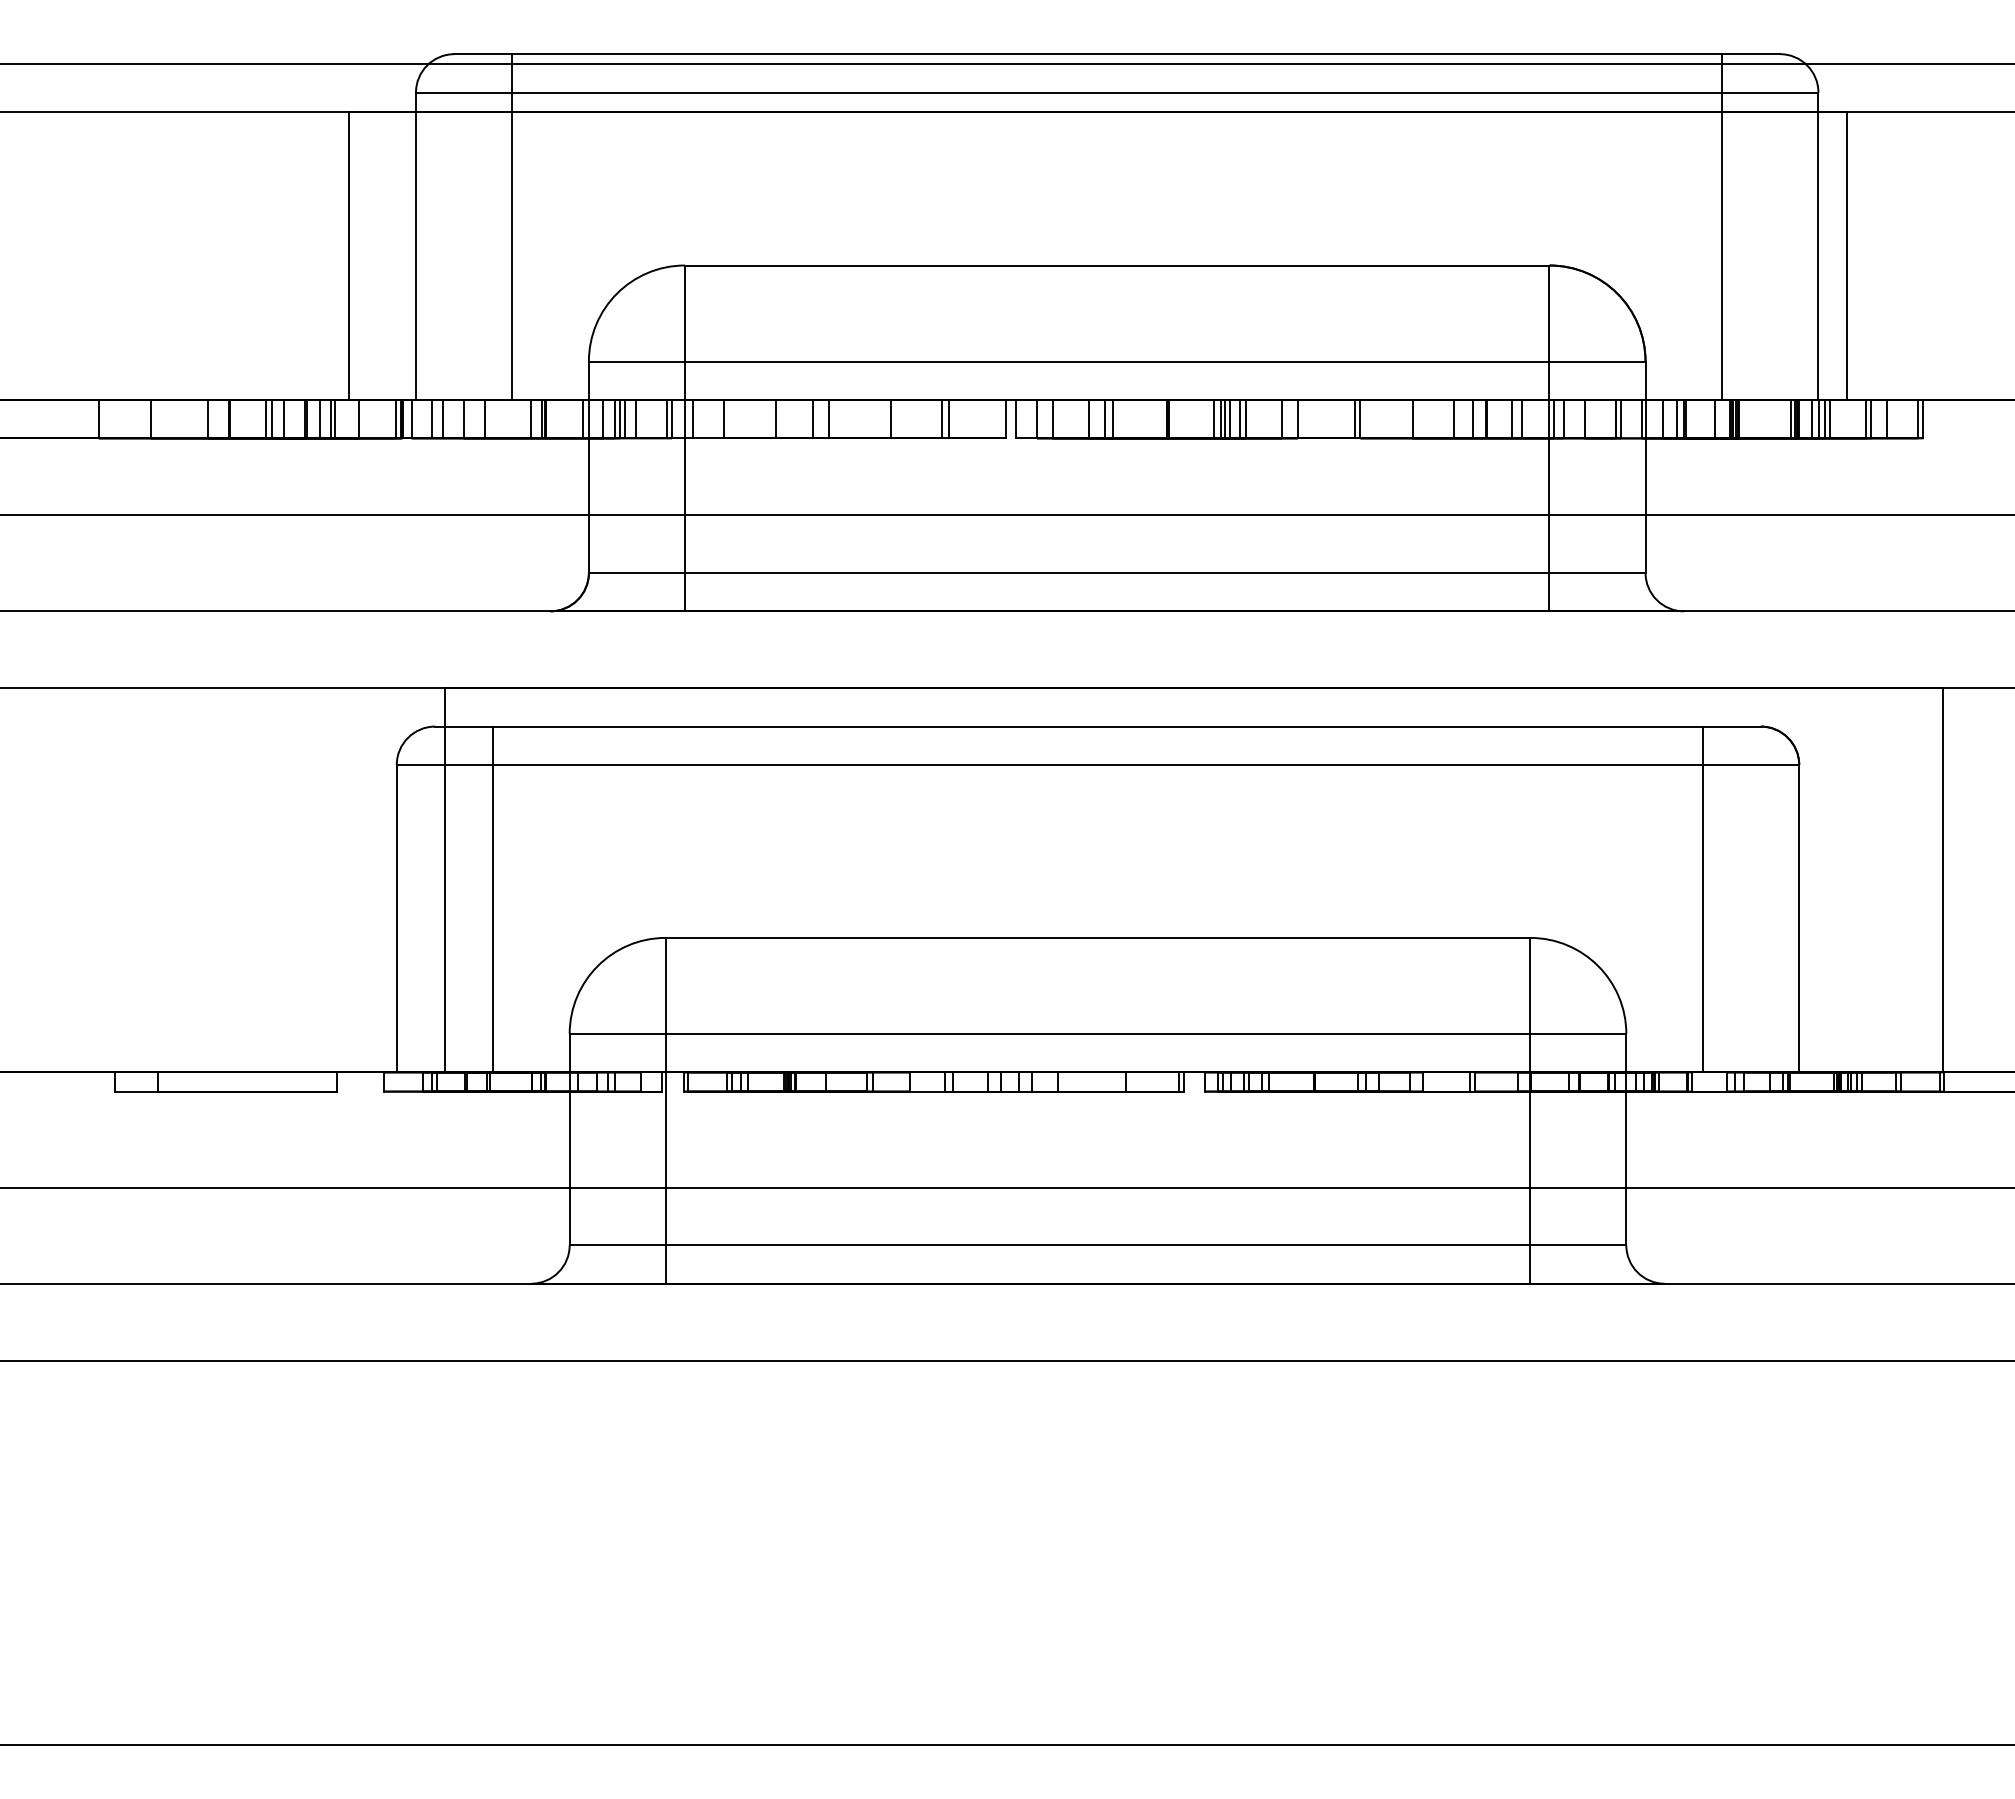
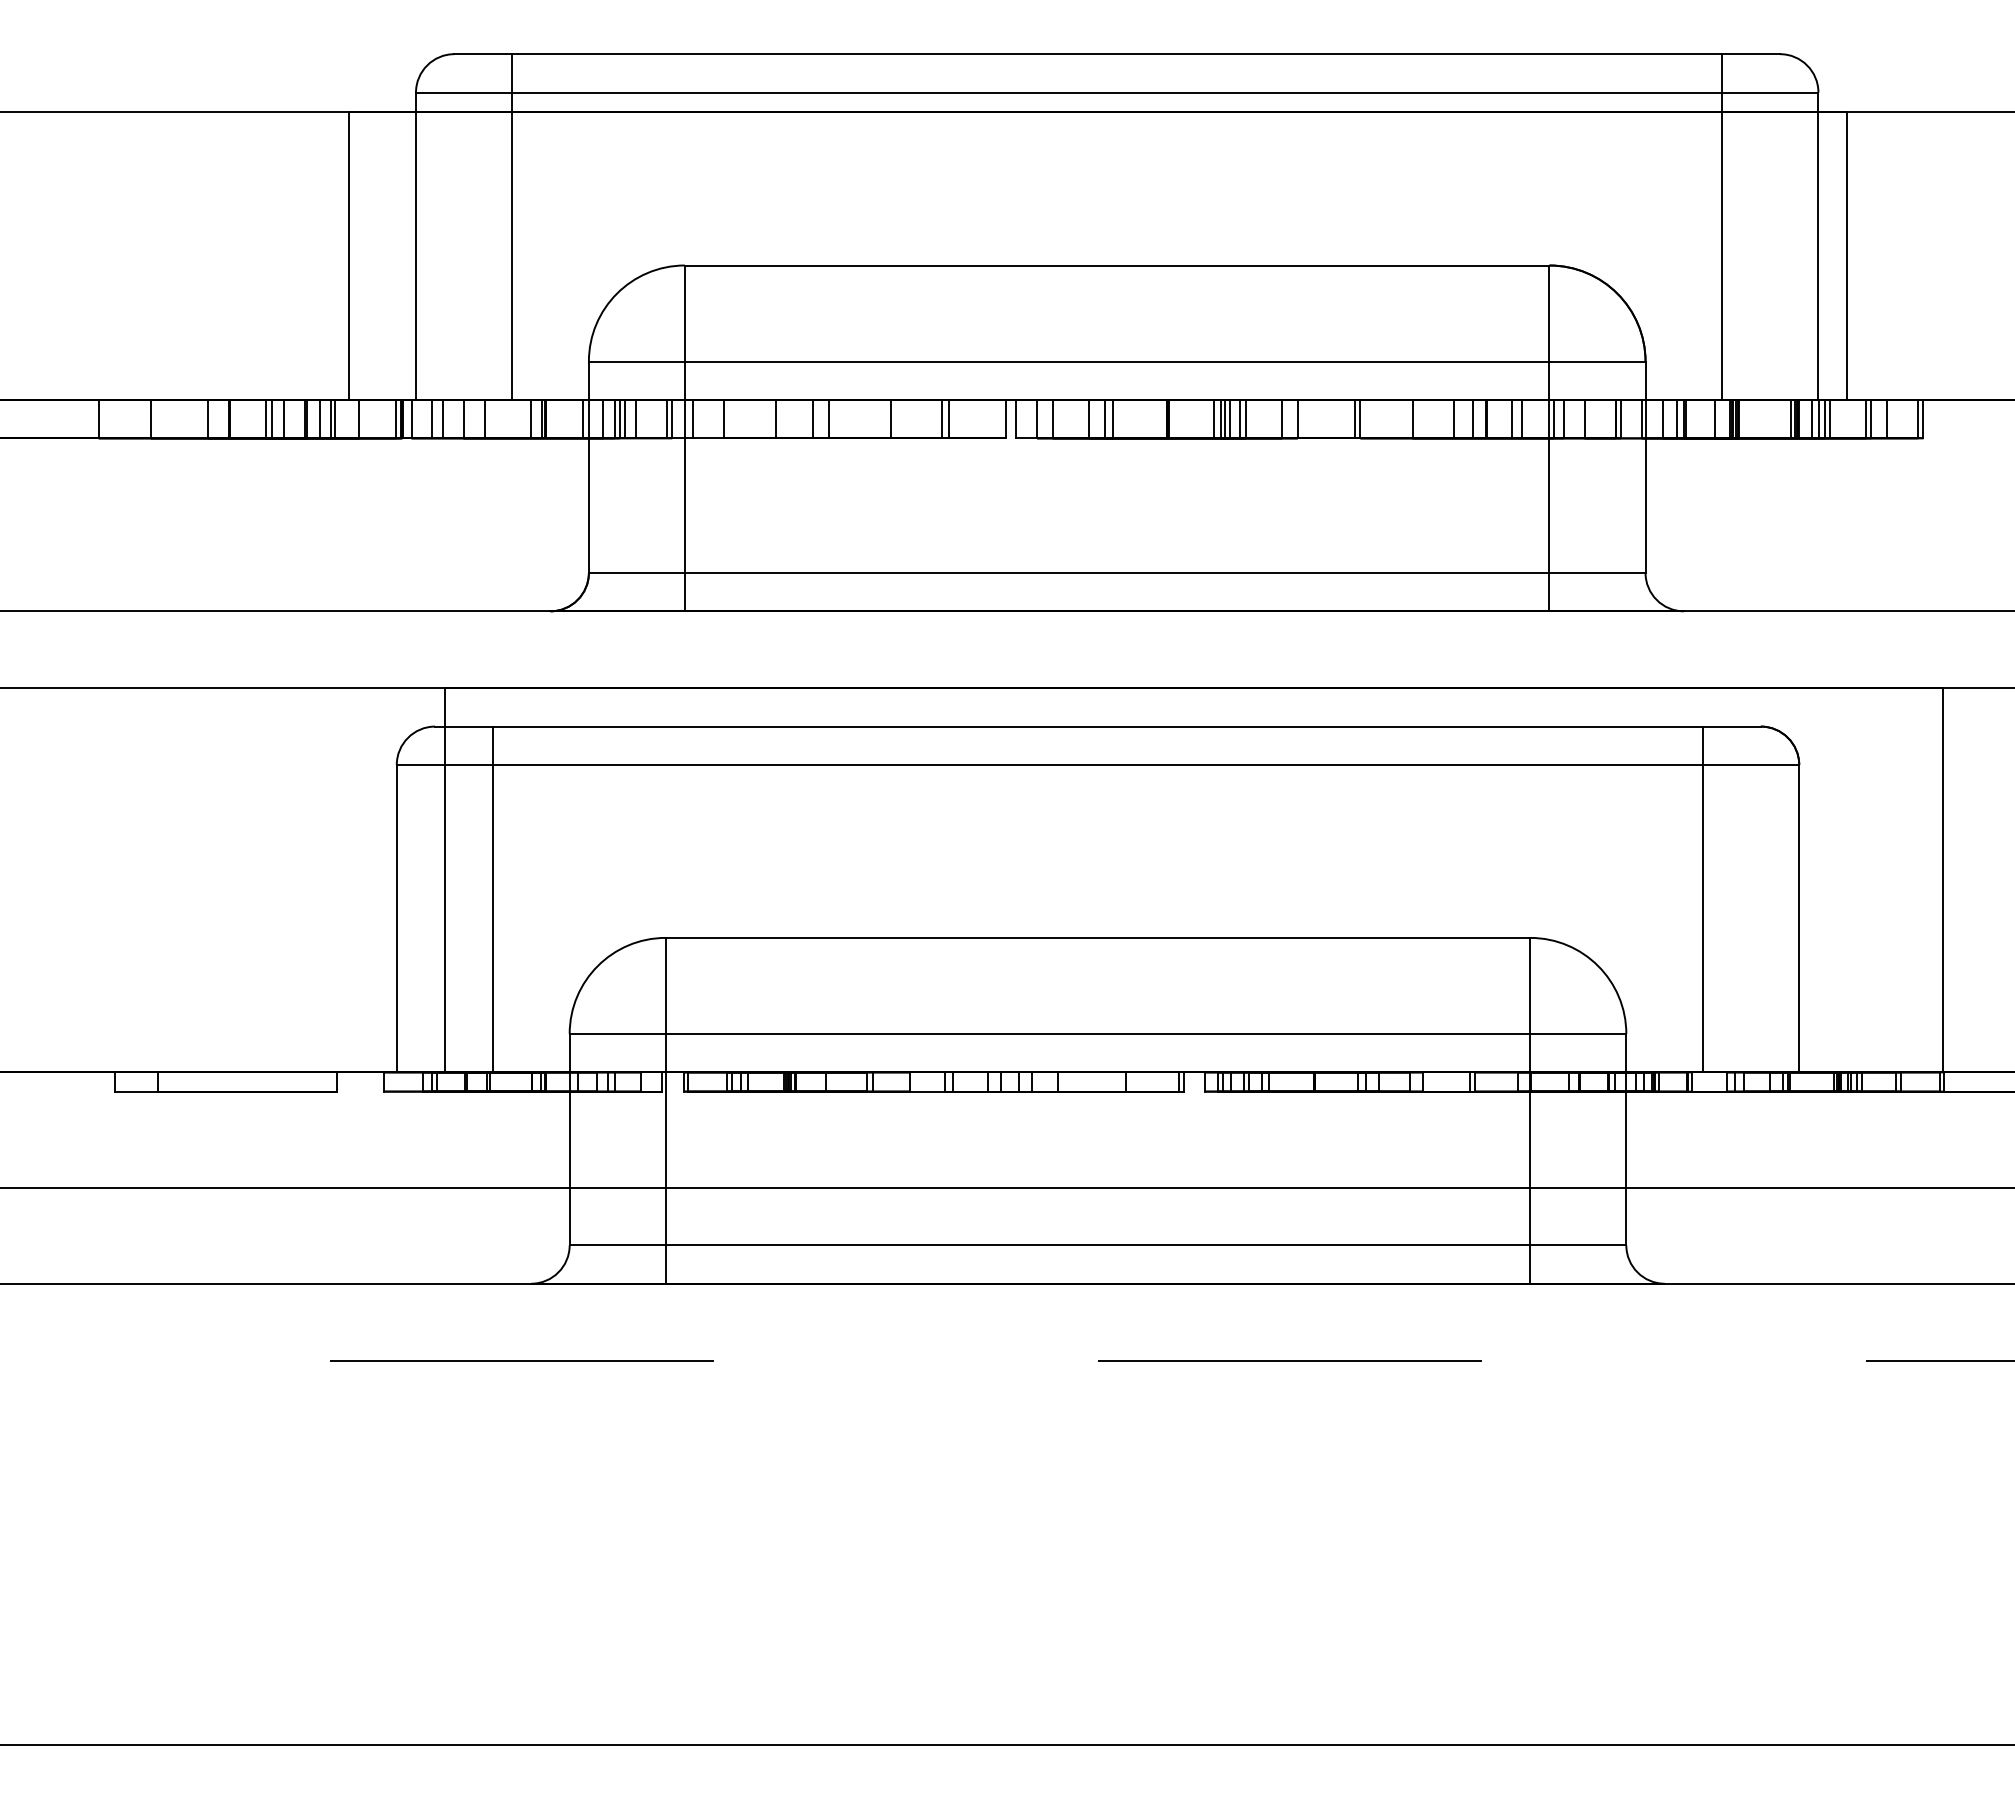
line at (1006, 63): present -> none
line at (1006, 515): present -> none
line at (1007, 1360): solid -> dashed
